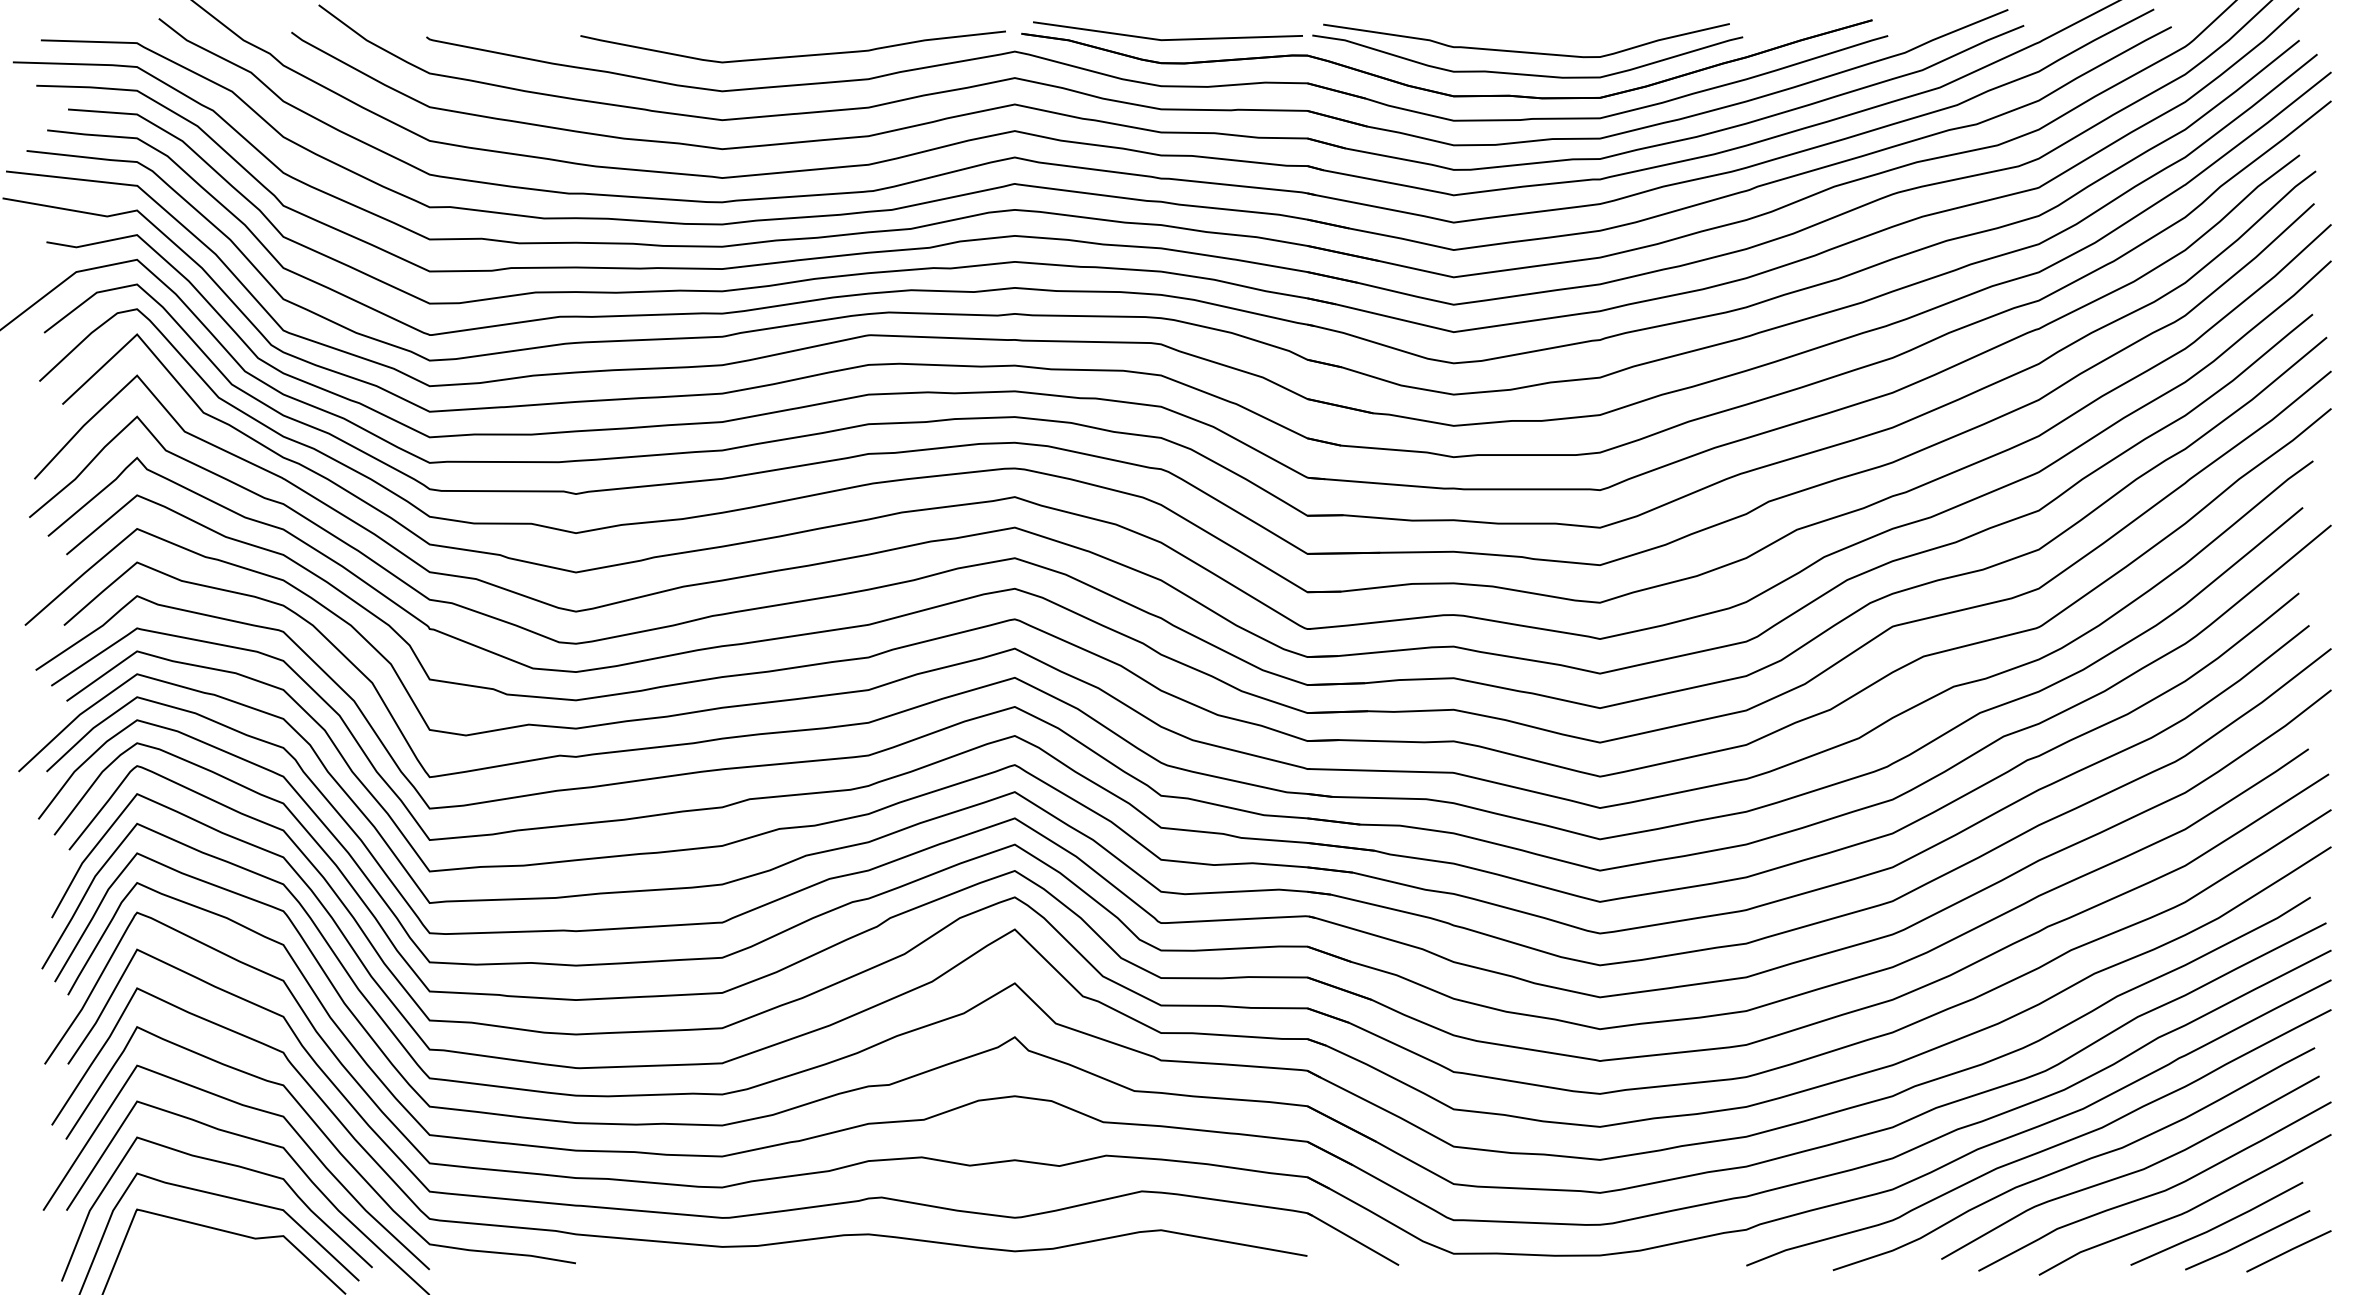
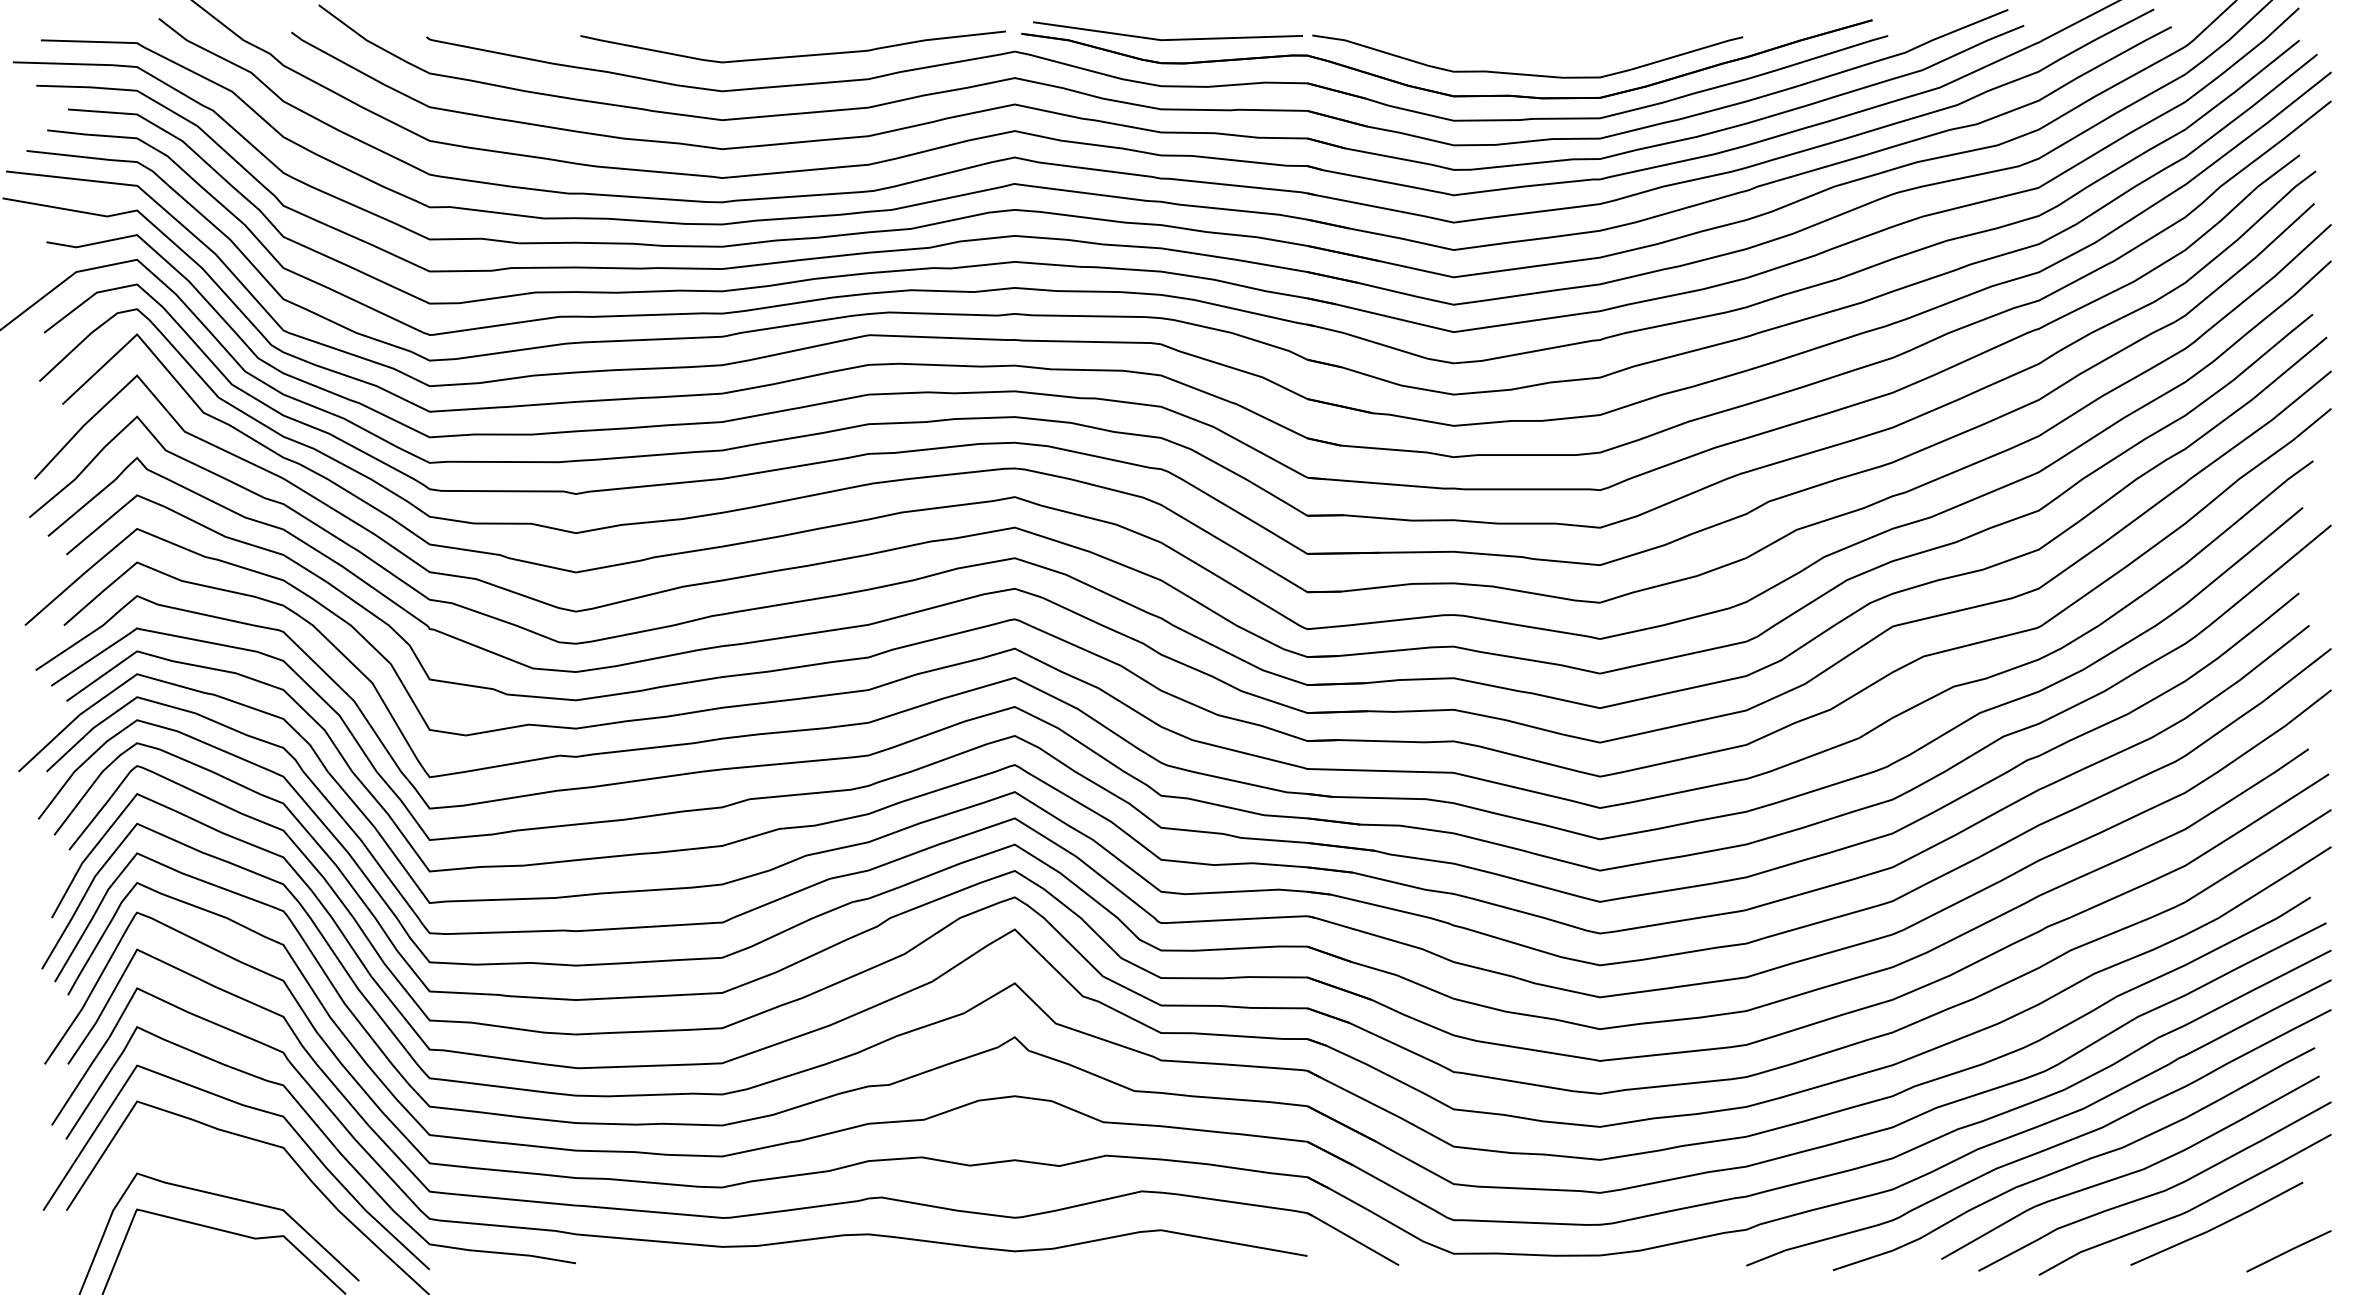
curve at (1526, 51): present -> none
curve at (225, 1164): present -> none
line at (2247, 1240): present -> none
